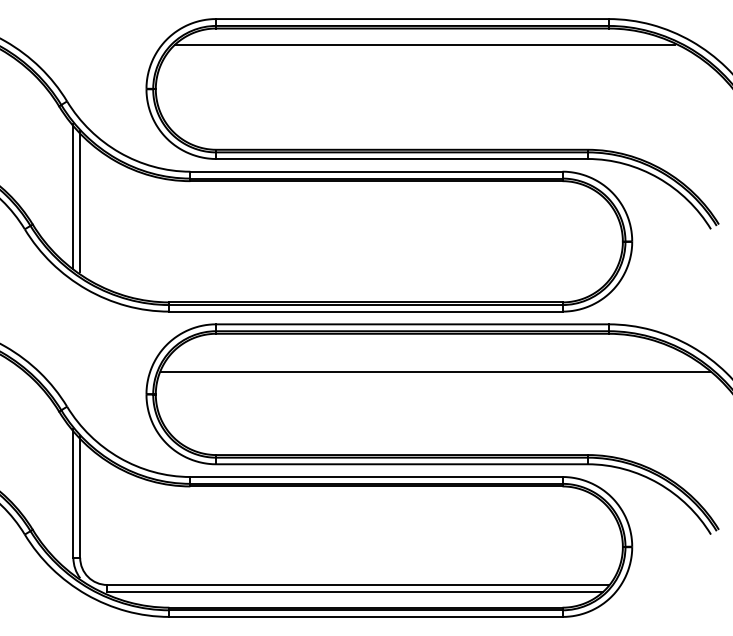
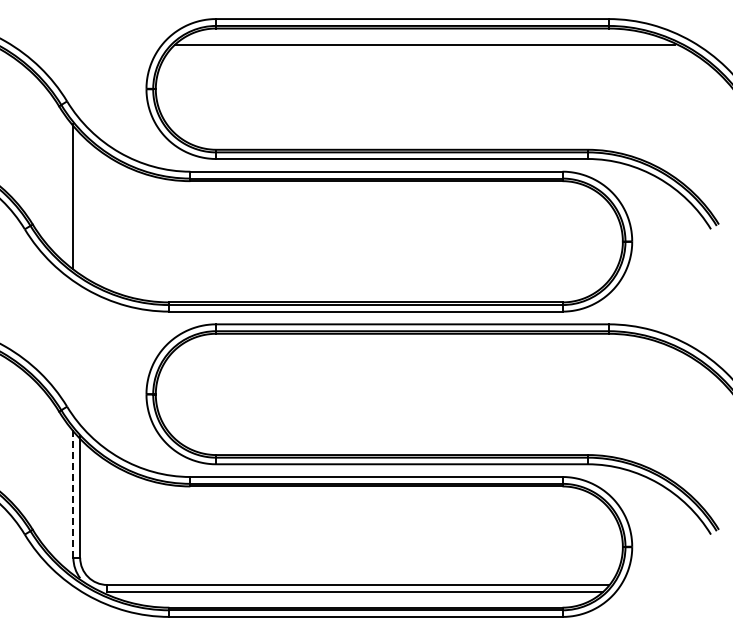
line at (80, 201): present -> none
line at (435, 371): present -> none
line at (73, 493): solid -> dashed
